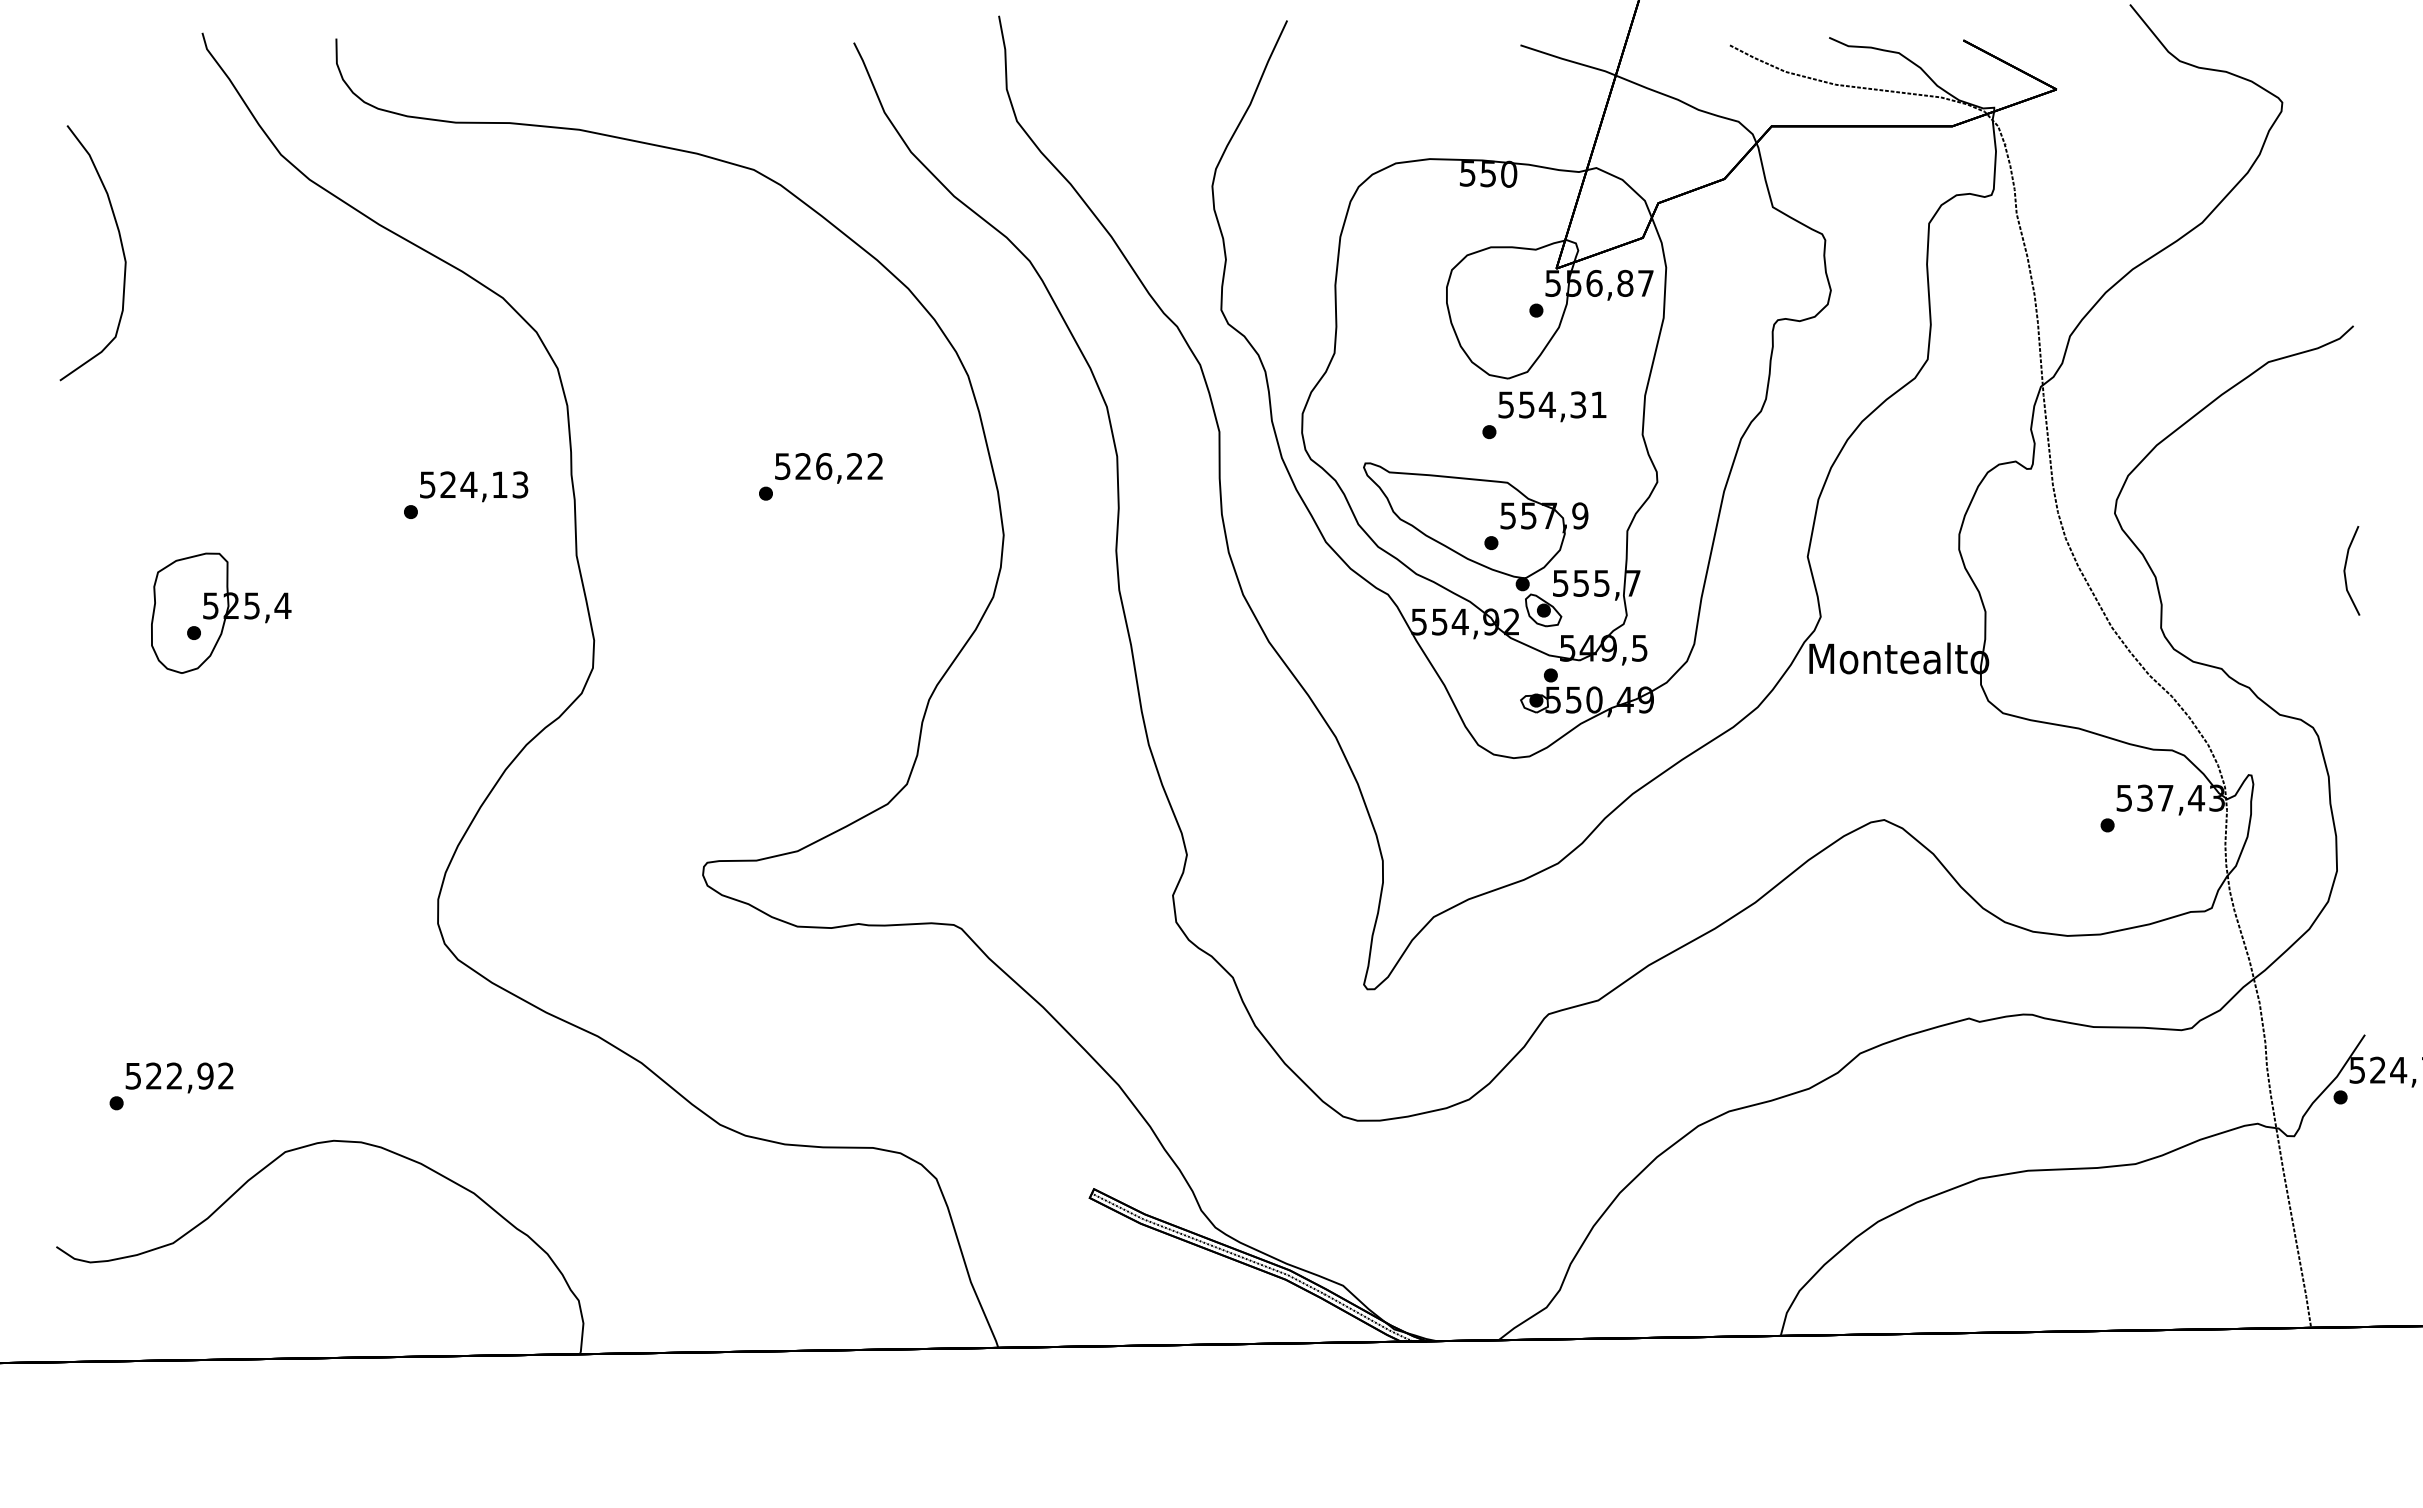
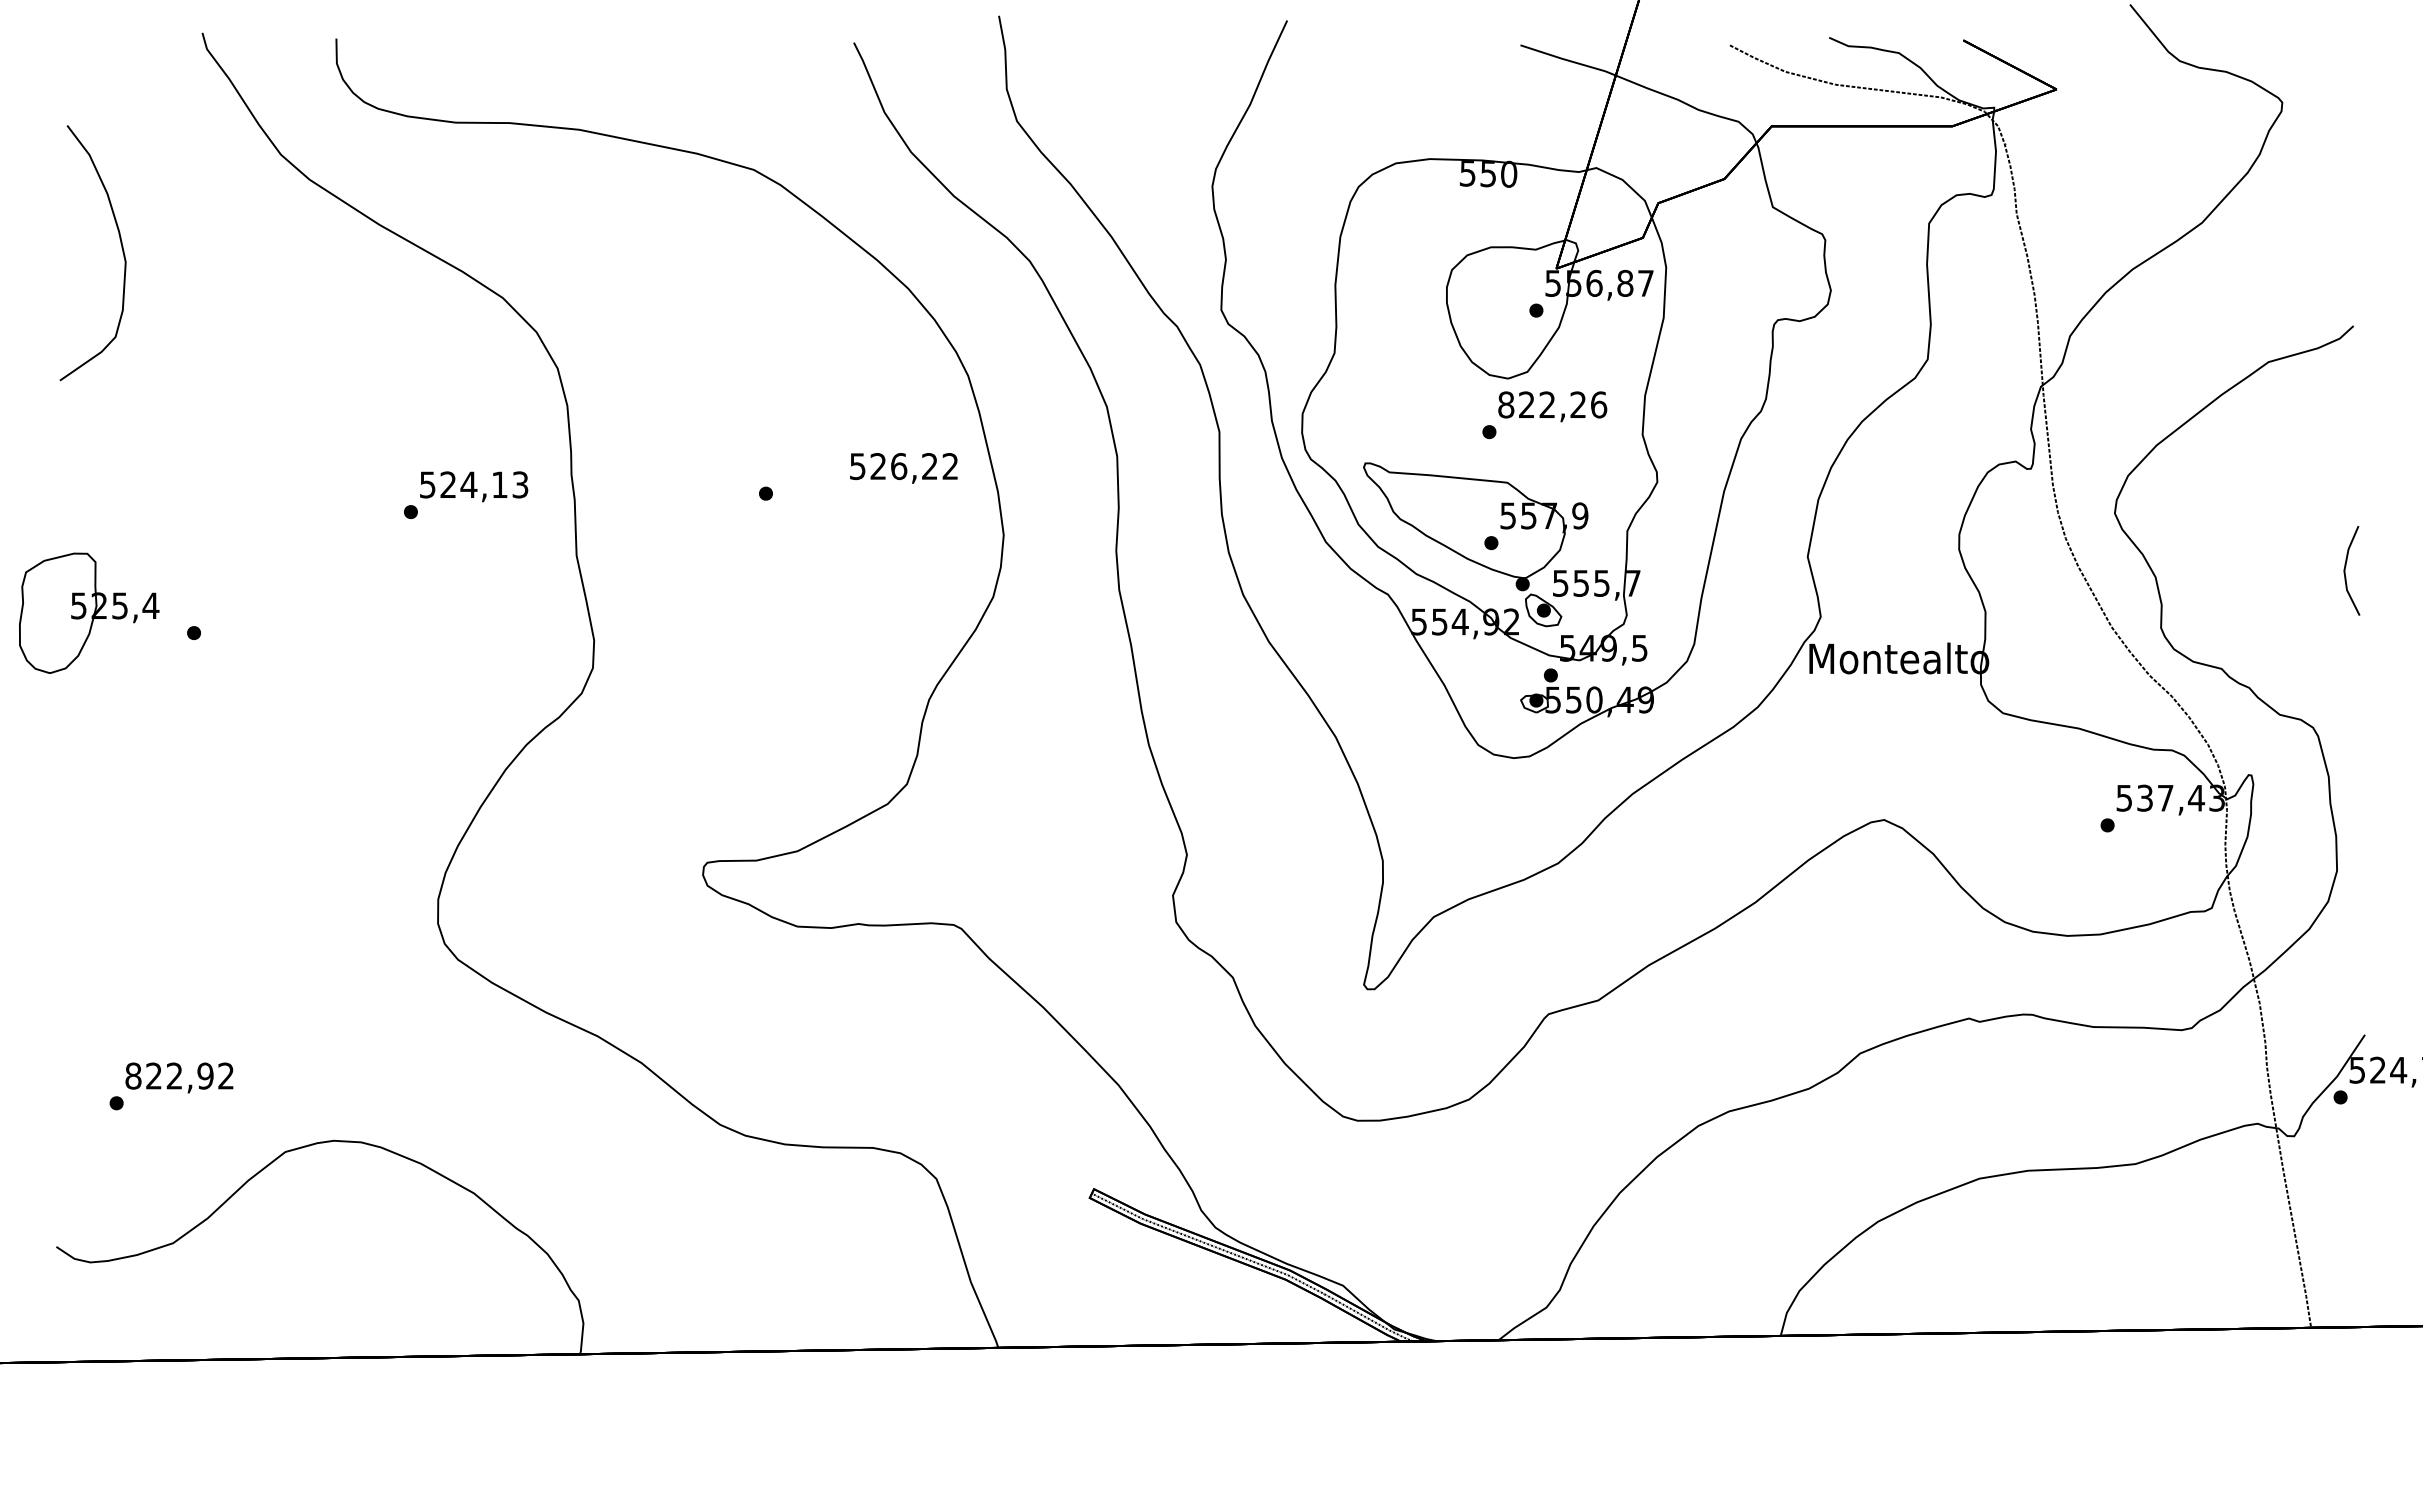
text at (1552, 404): 554,31 -> 822,26
text at (828, 468) position: (828, 468) -> (903, 468)
part at (221, 612) position: (221, 612) -> (89, 612)
text at (133, 1075): 522,92 -> 822,92
